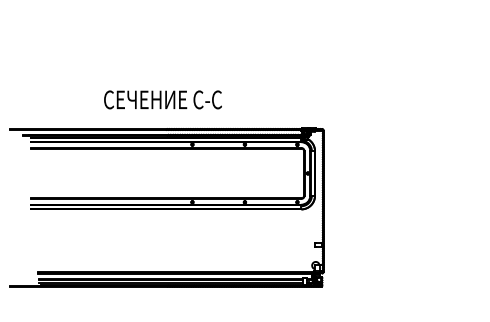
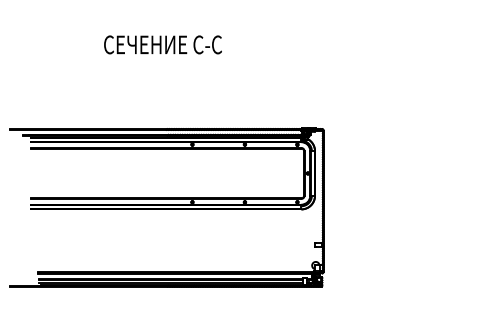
text at (162, 99) position: (162, 99) -> (162, 44)
